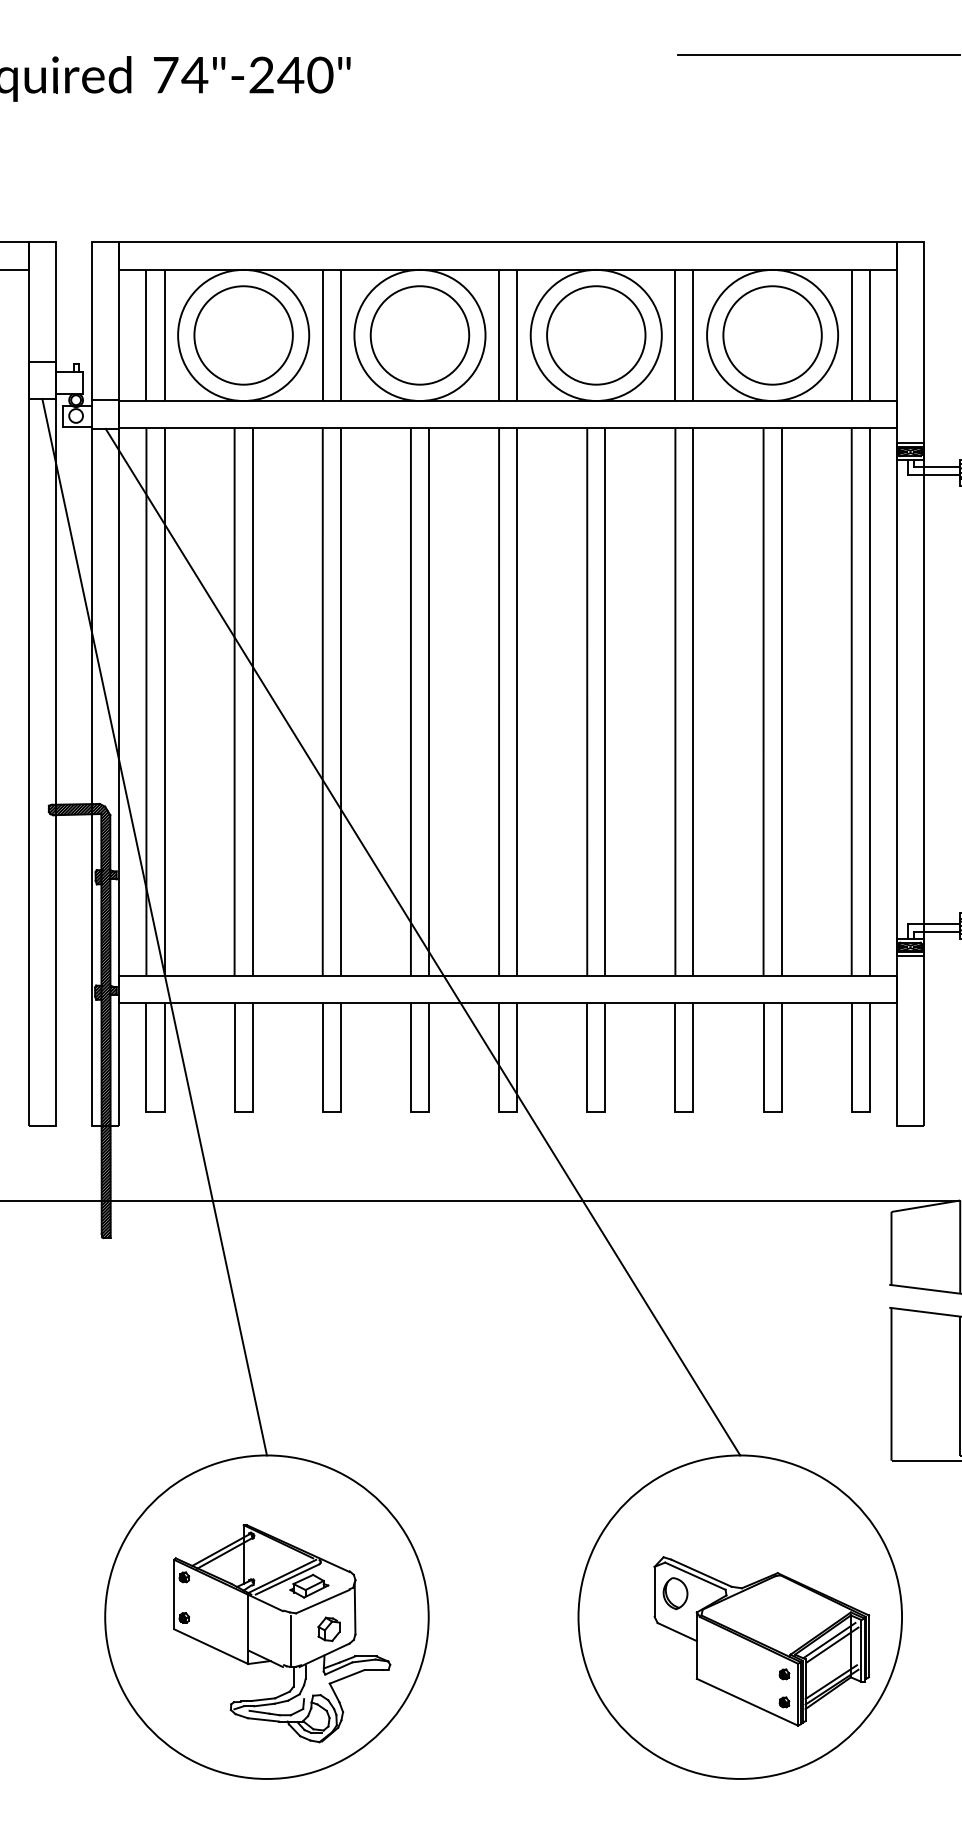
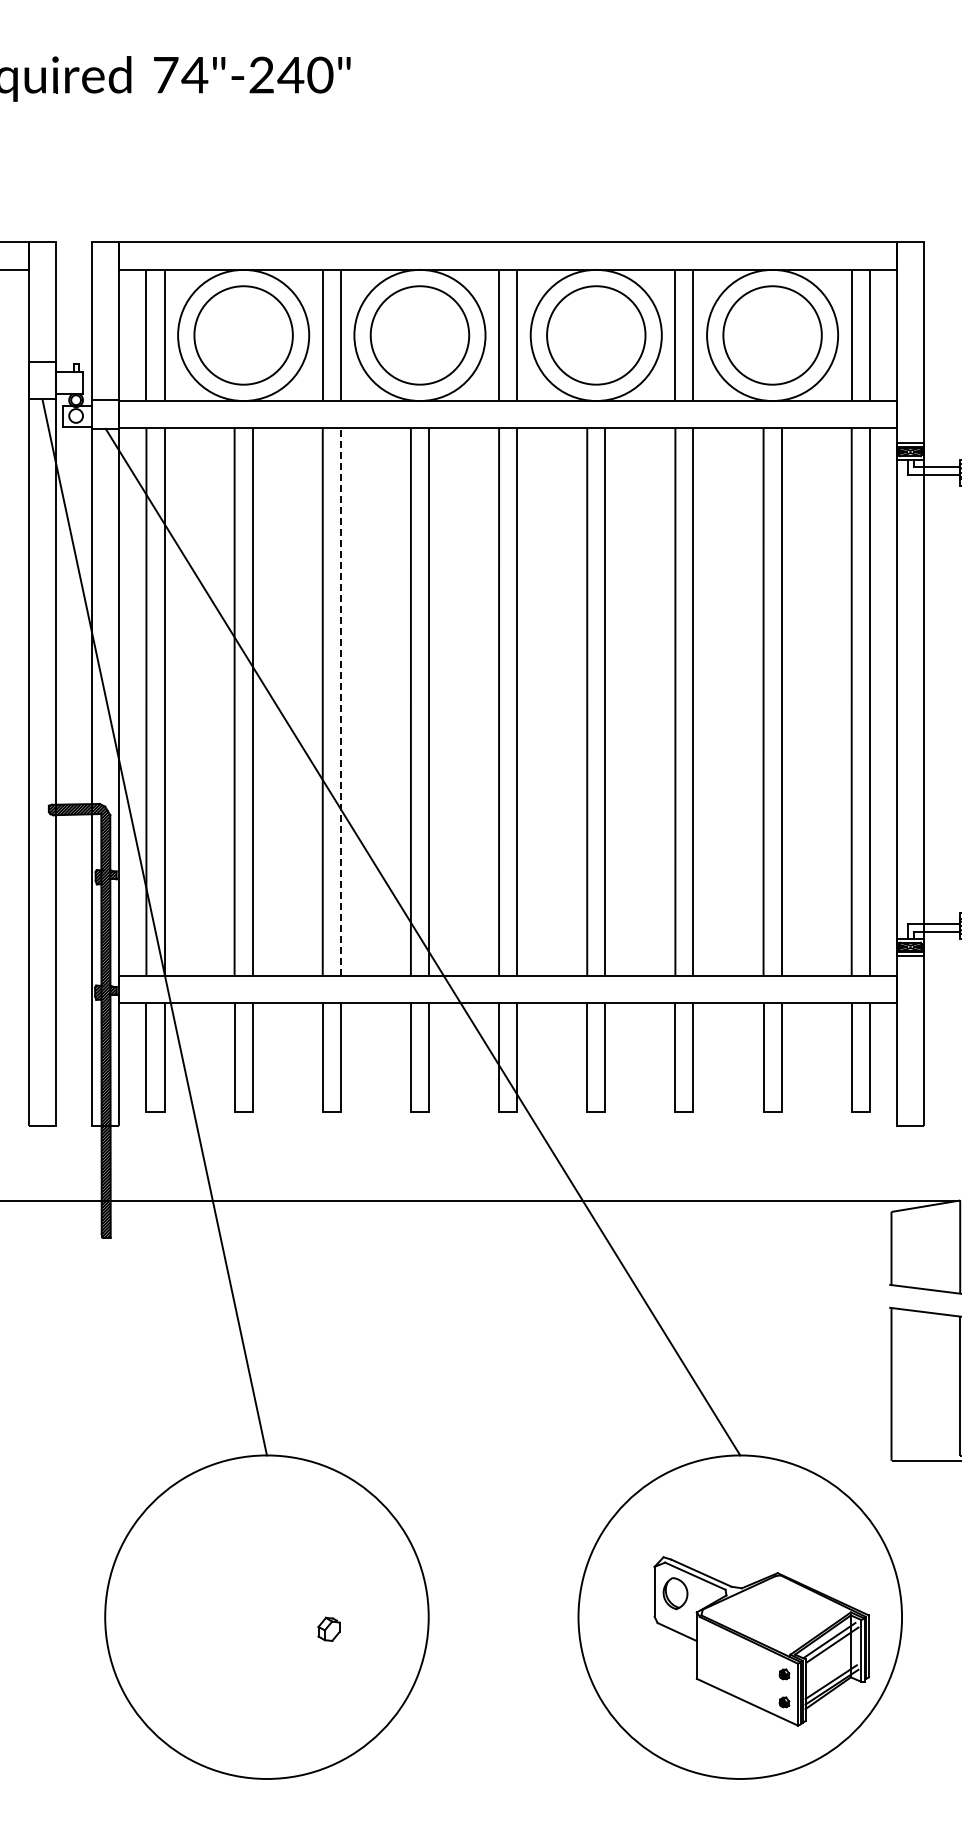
line at (817, 55): present -> none
line at (340, 702): solid -> dashed
part at (282, 1633): present -> none
